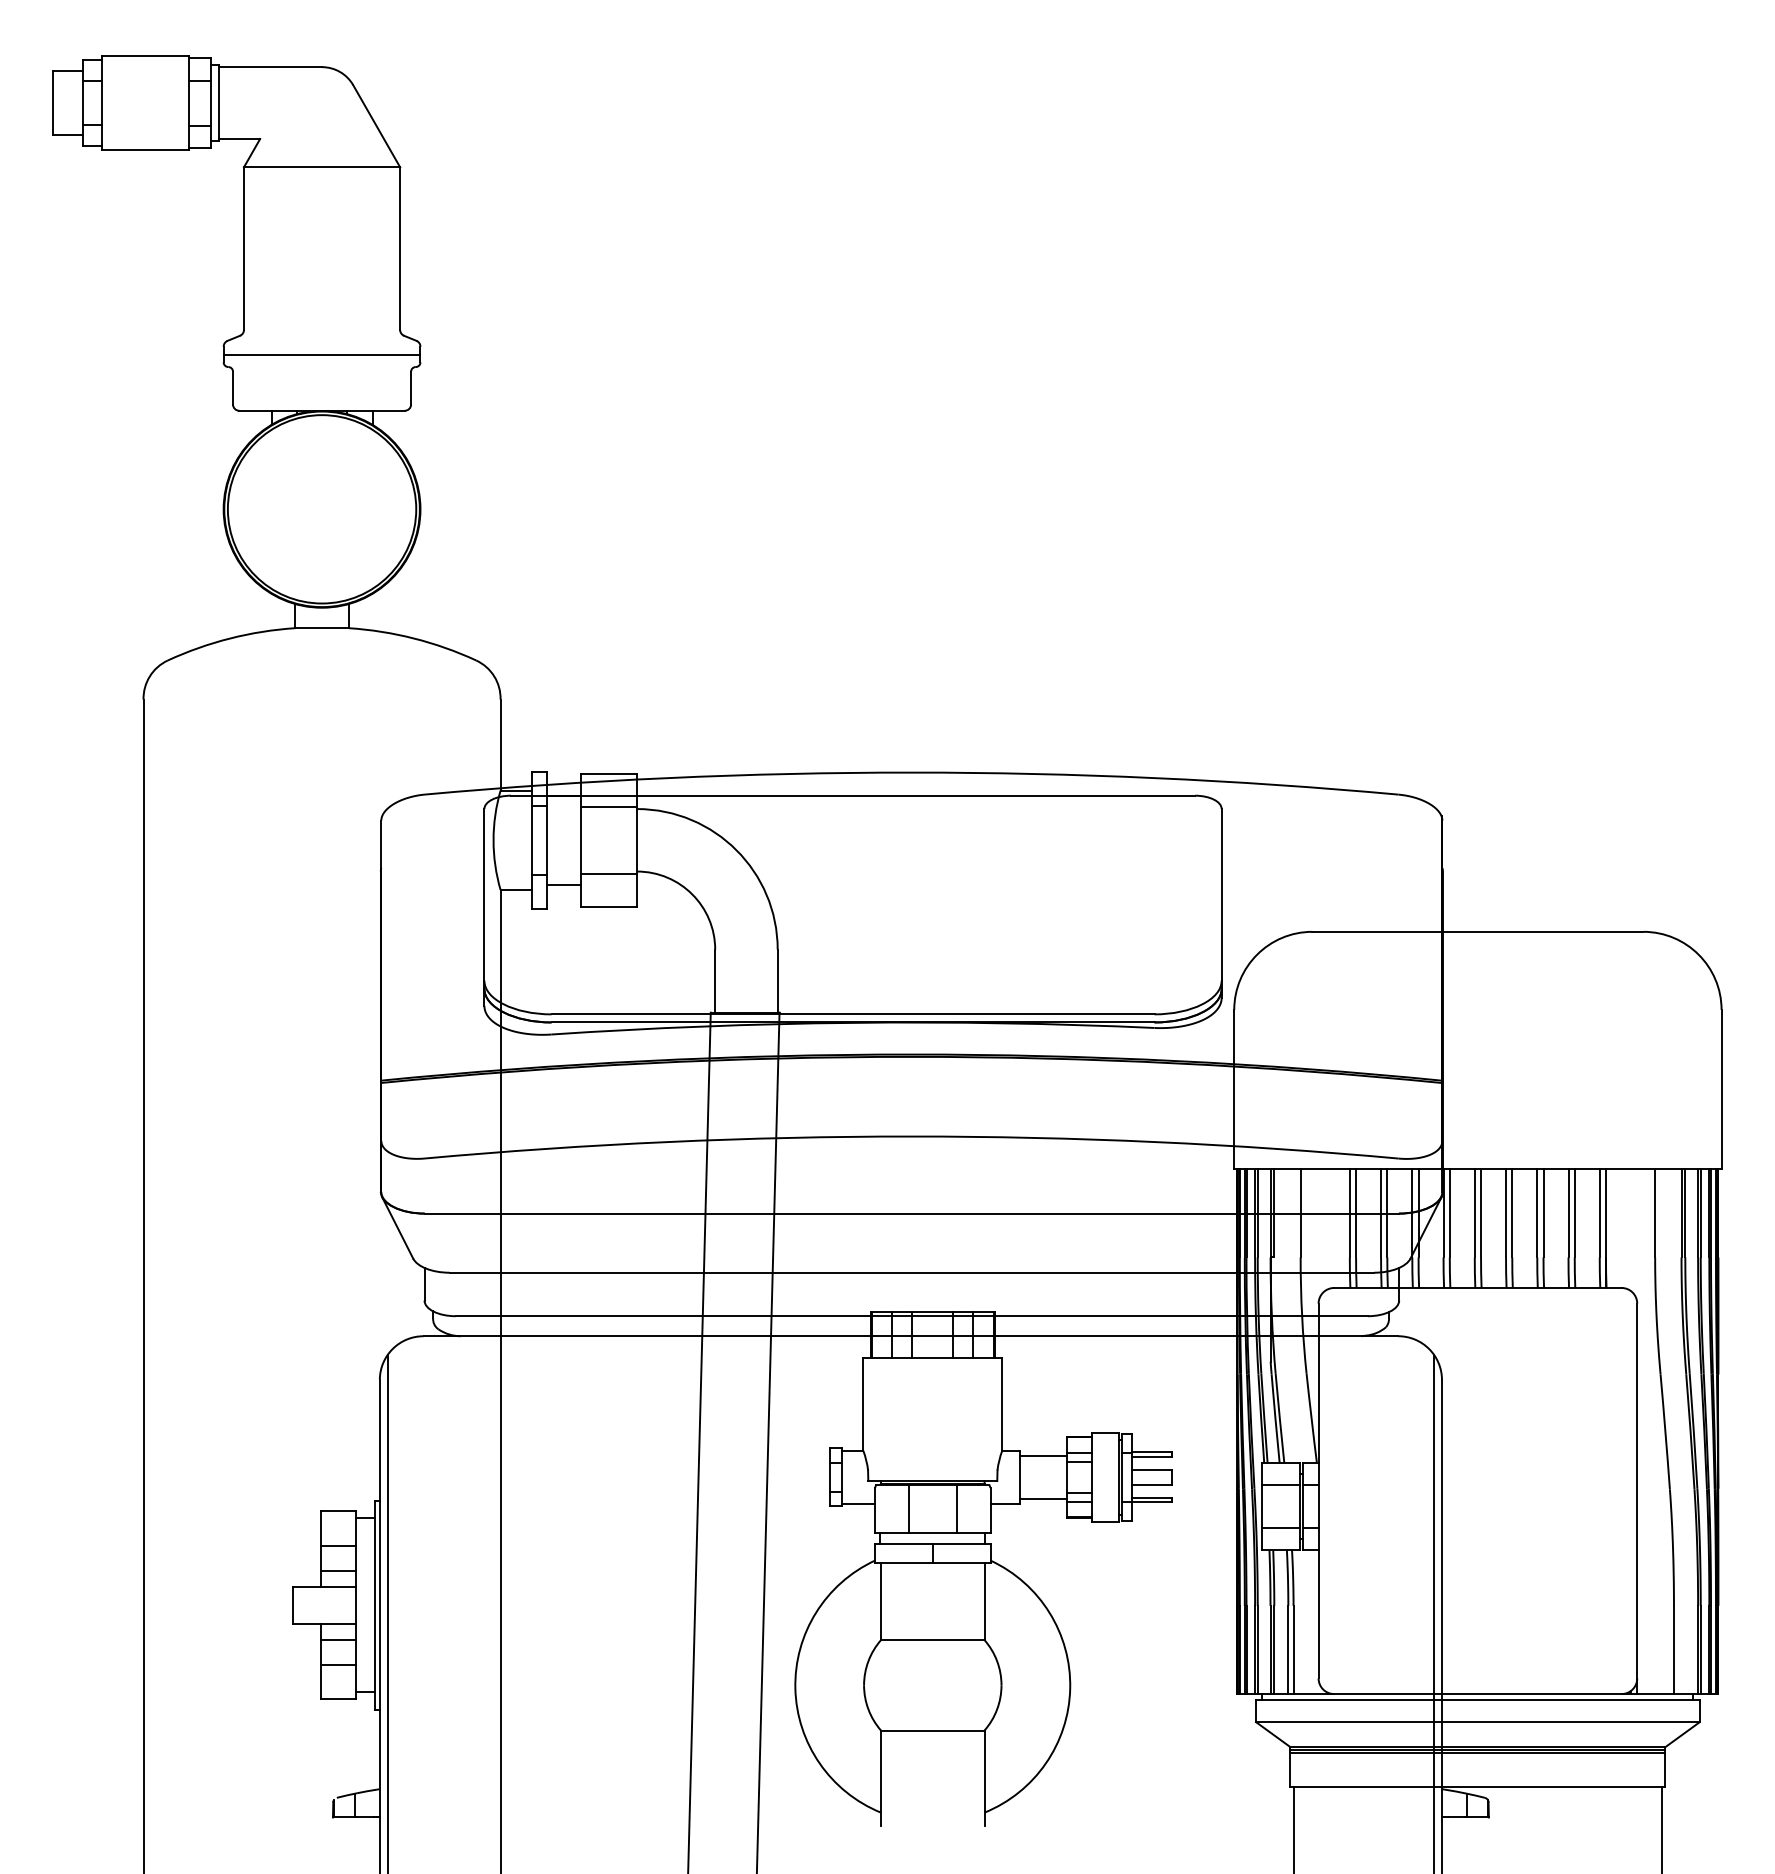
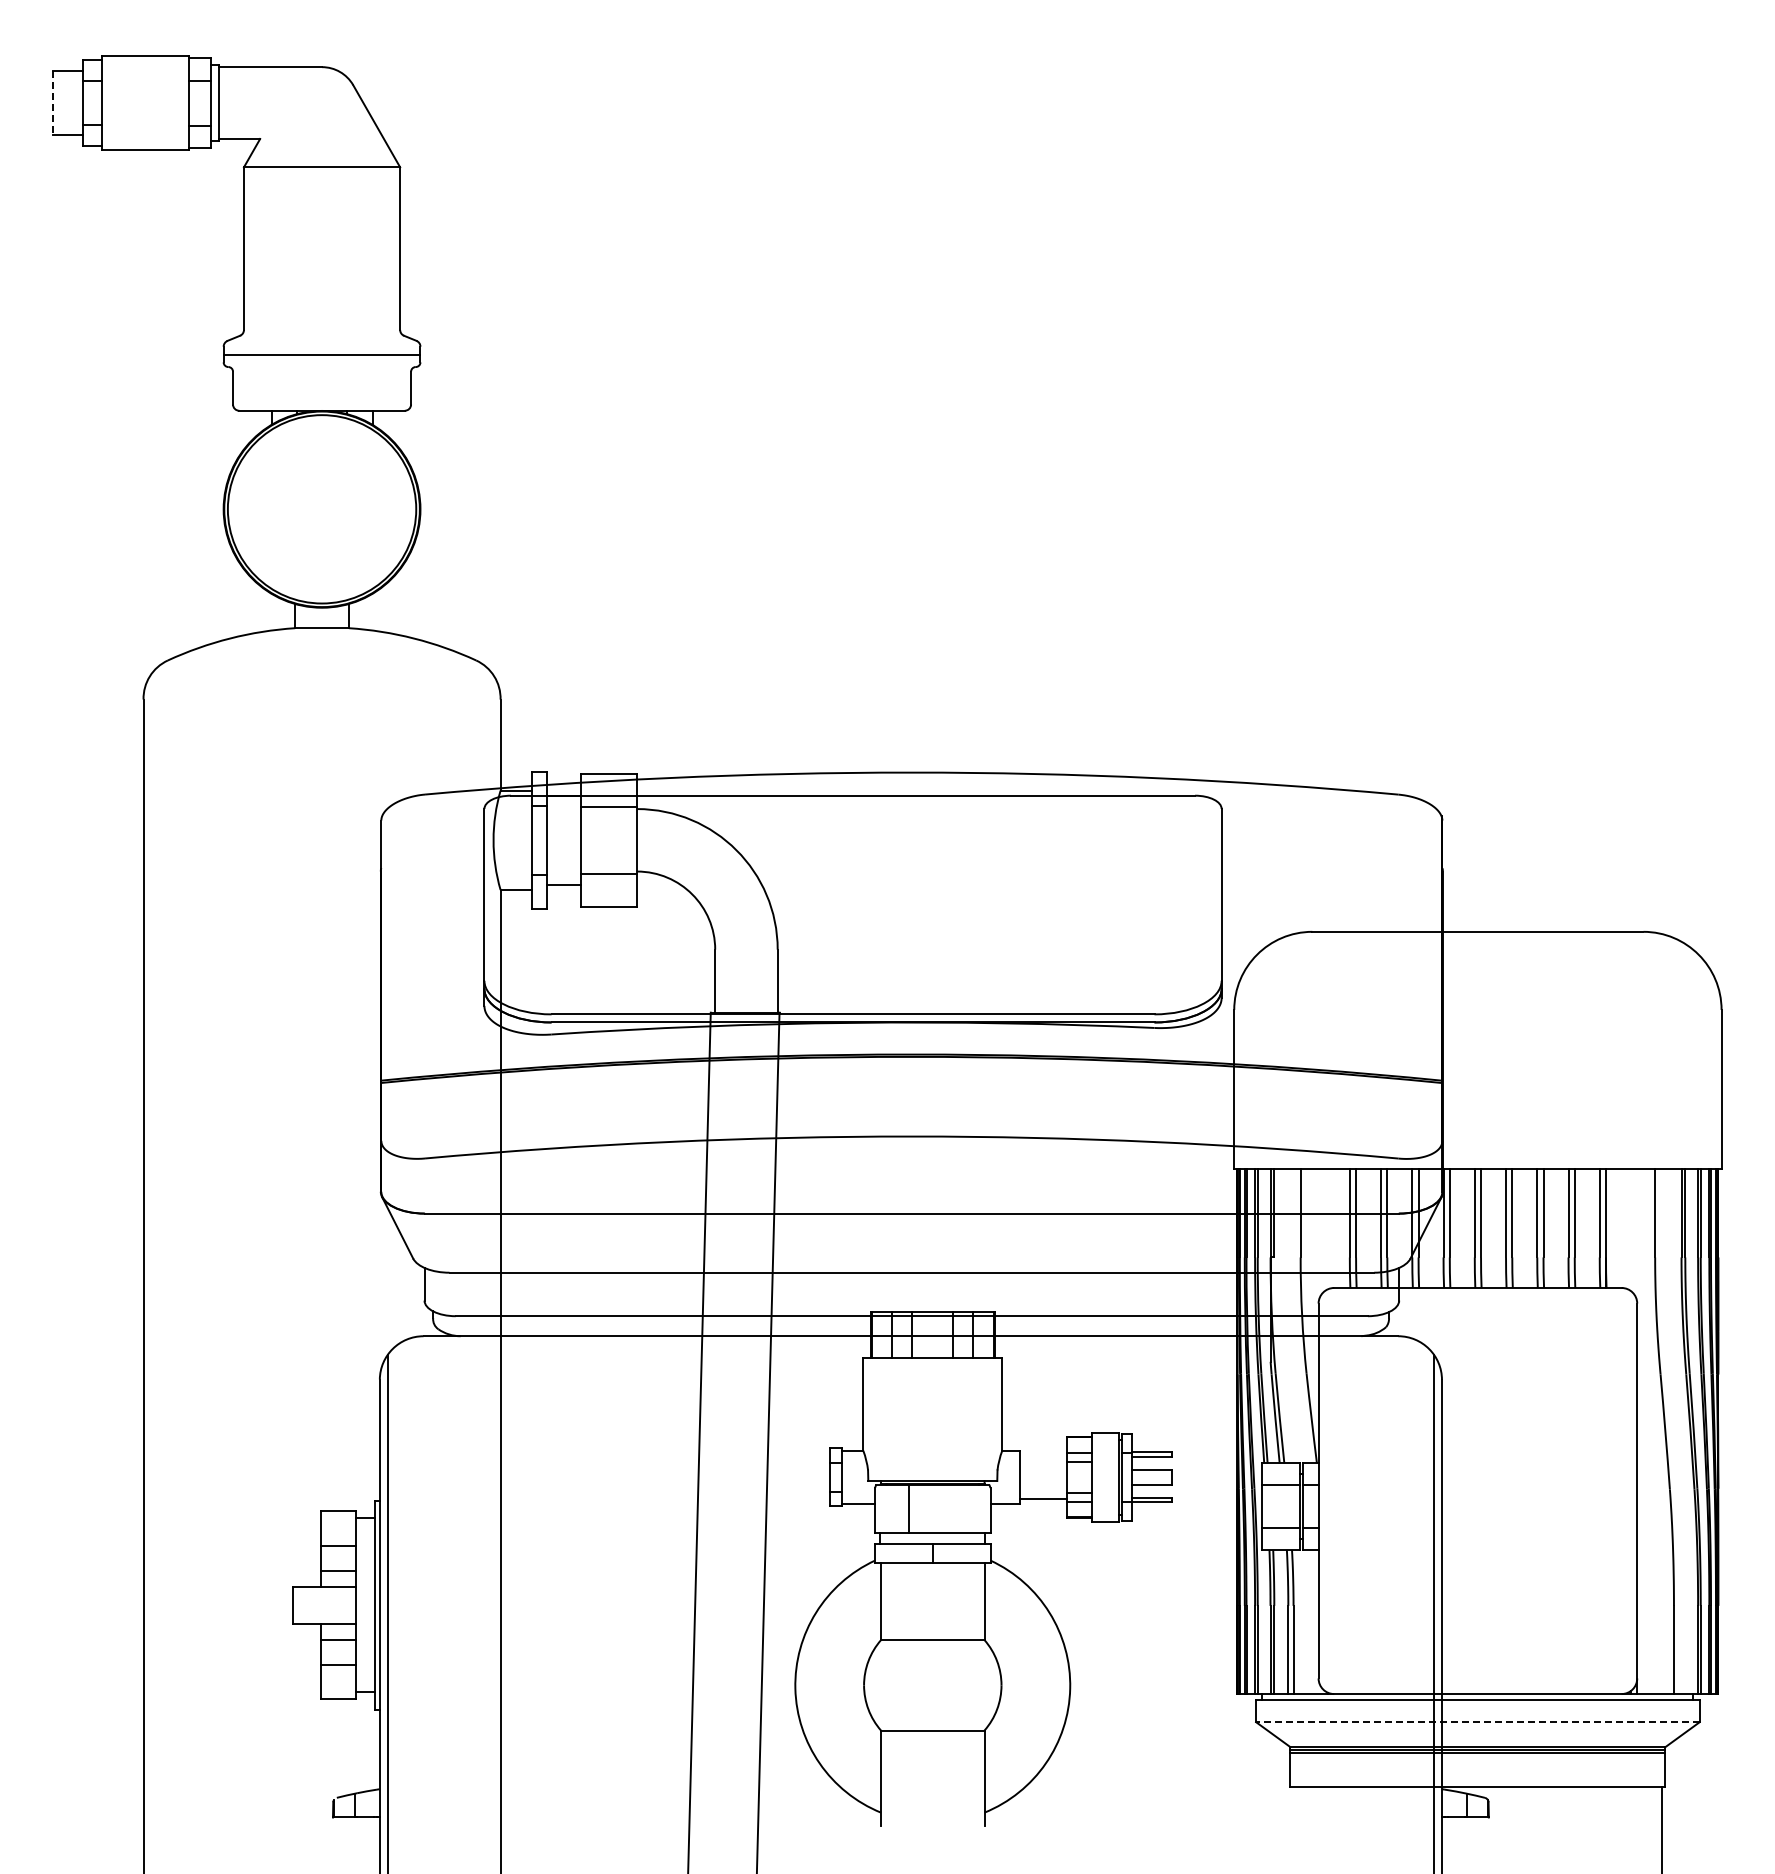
line at (53, 103): solid -> dashed
line at (1043, 1455): present -> none
line at (956, 1508): present -> none
line at (1477, 1722): solid -> dashed
line at (1293, 1828): present -> none
